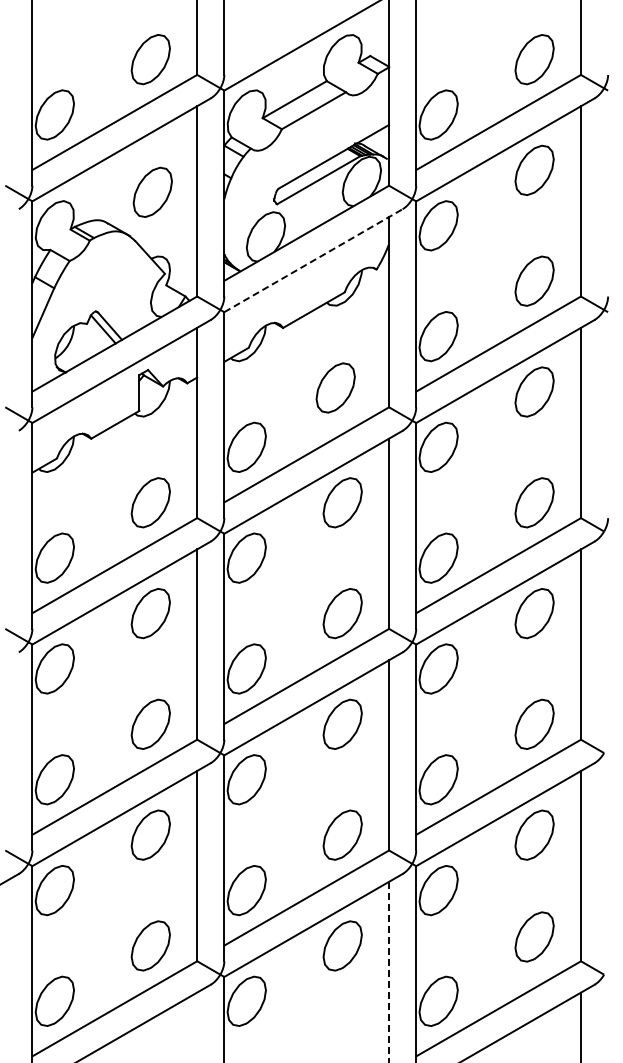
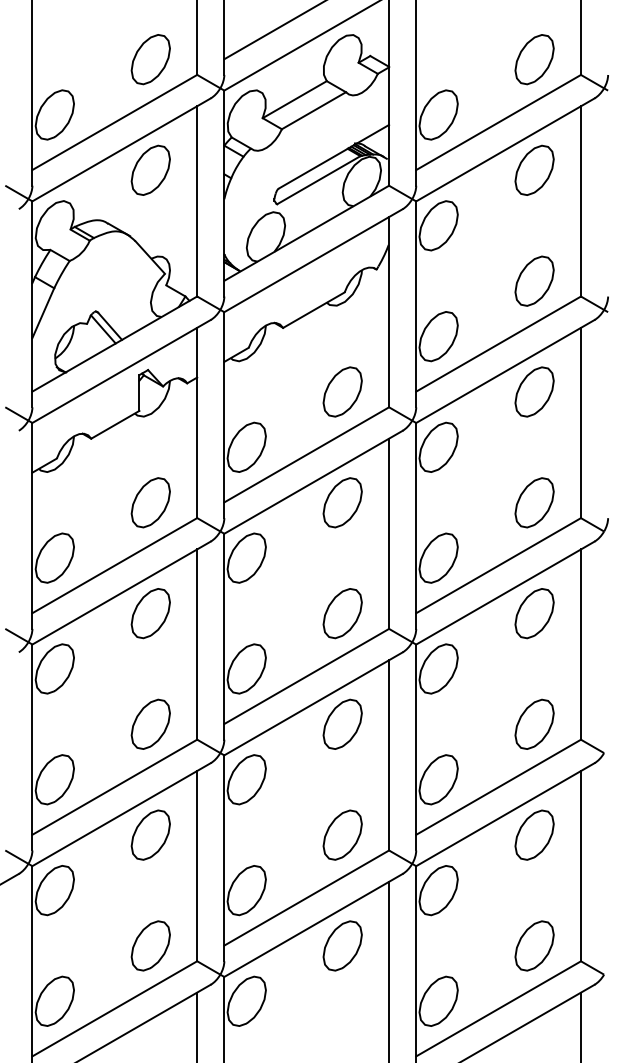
line at (273, 30): none -> present
part at (152, 191) position: (152, 191) -> (150, 169)
line at (313, 260): dashed -> solid
part at (335, 387) position: (335, 387) -> (342, 391)
part at (534, 936) position: (534, 936) -> (534, 945)
line at (389, 972): dashed -> solid
line at (197, 1025): none -> present
